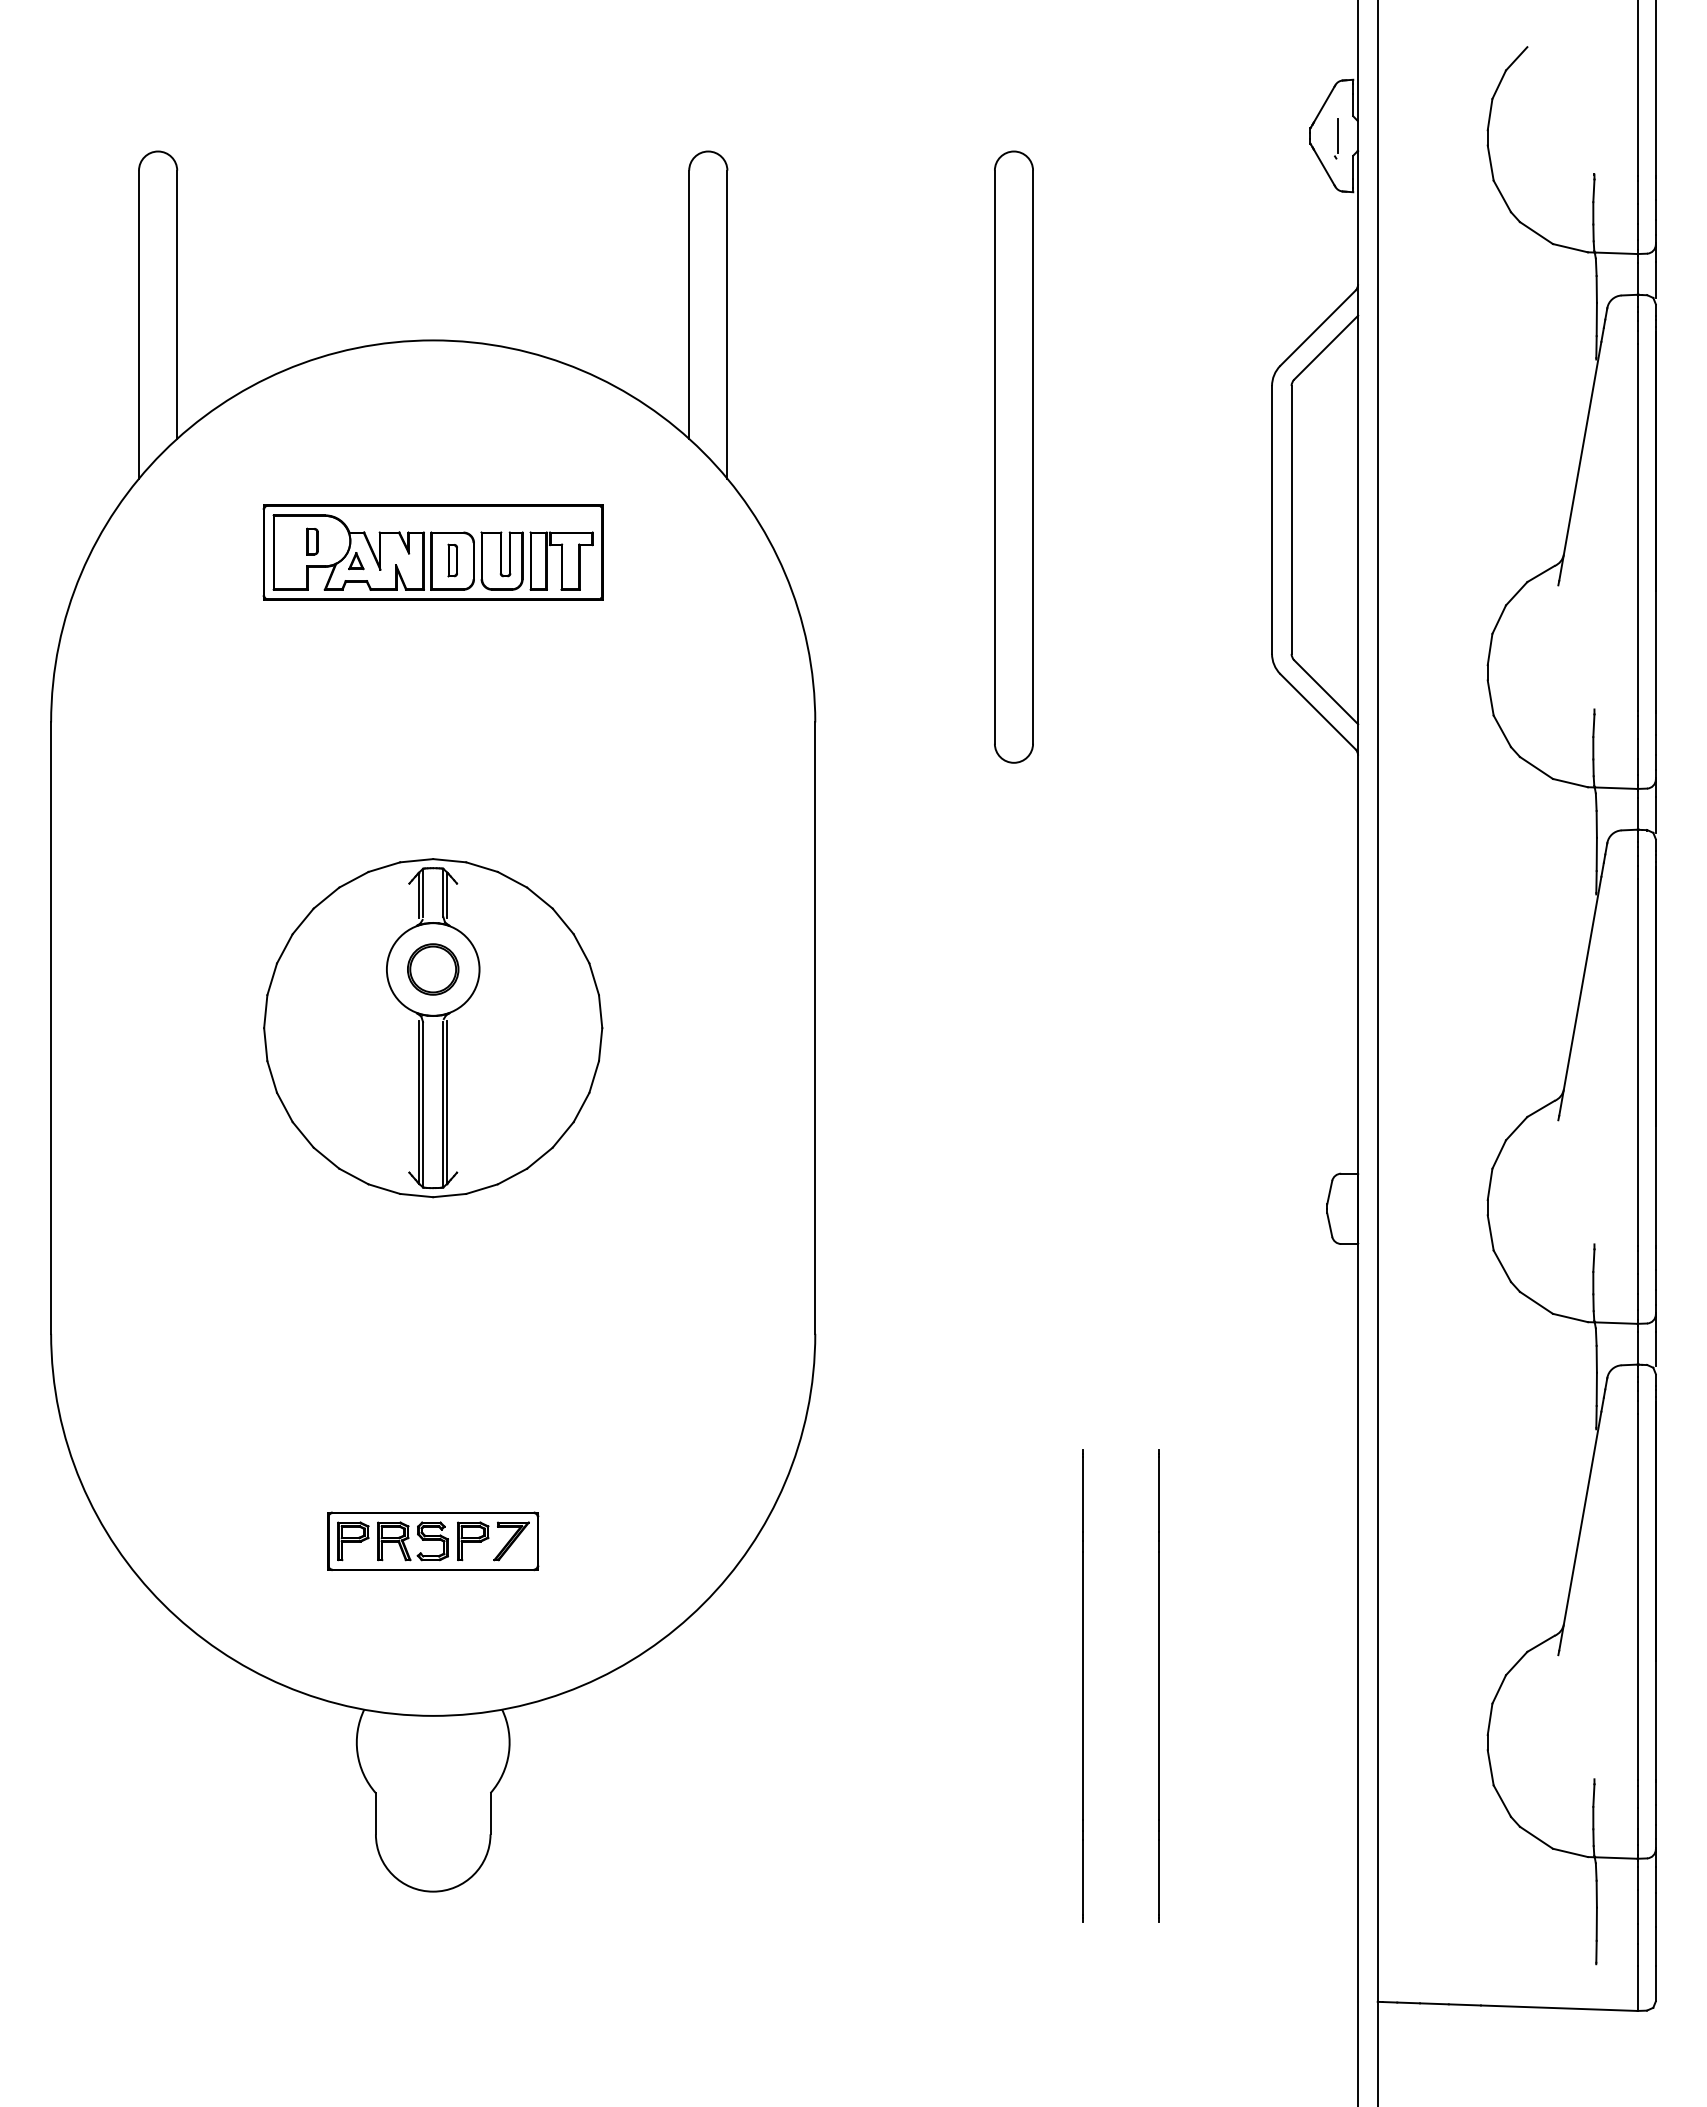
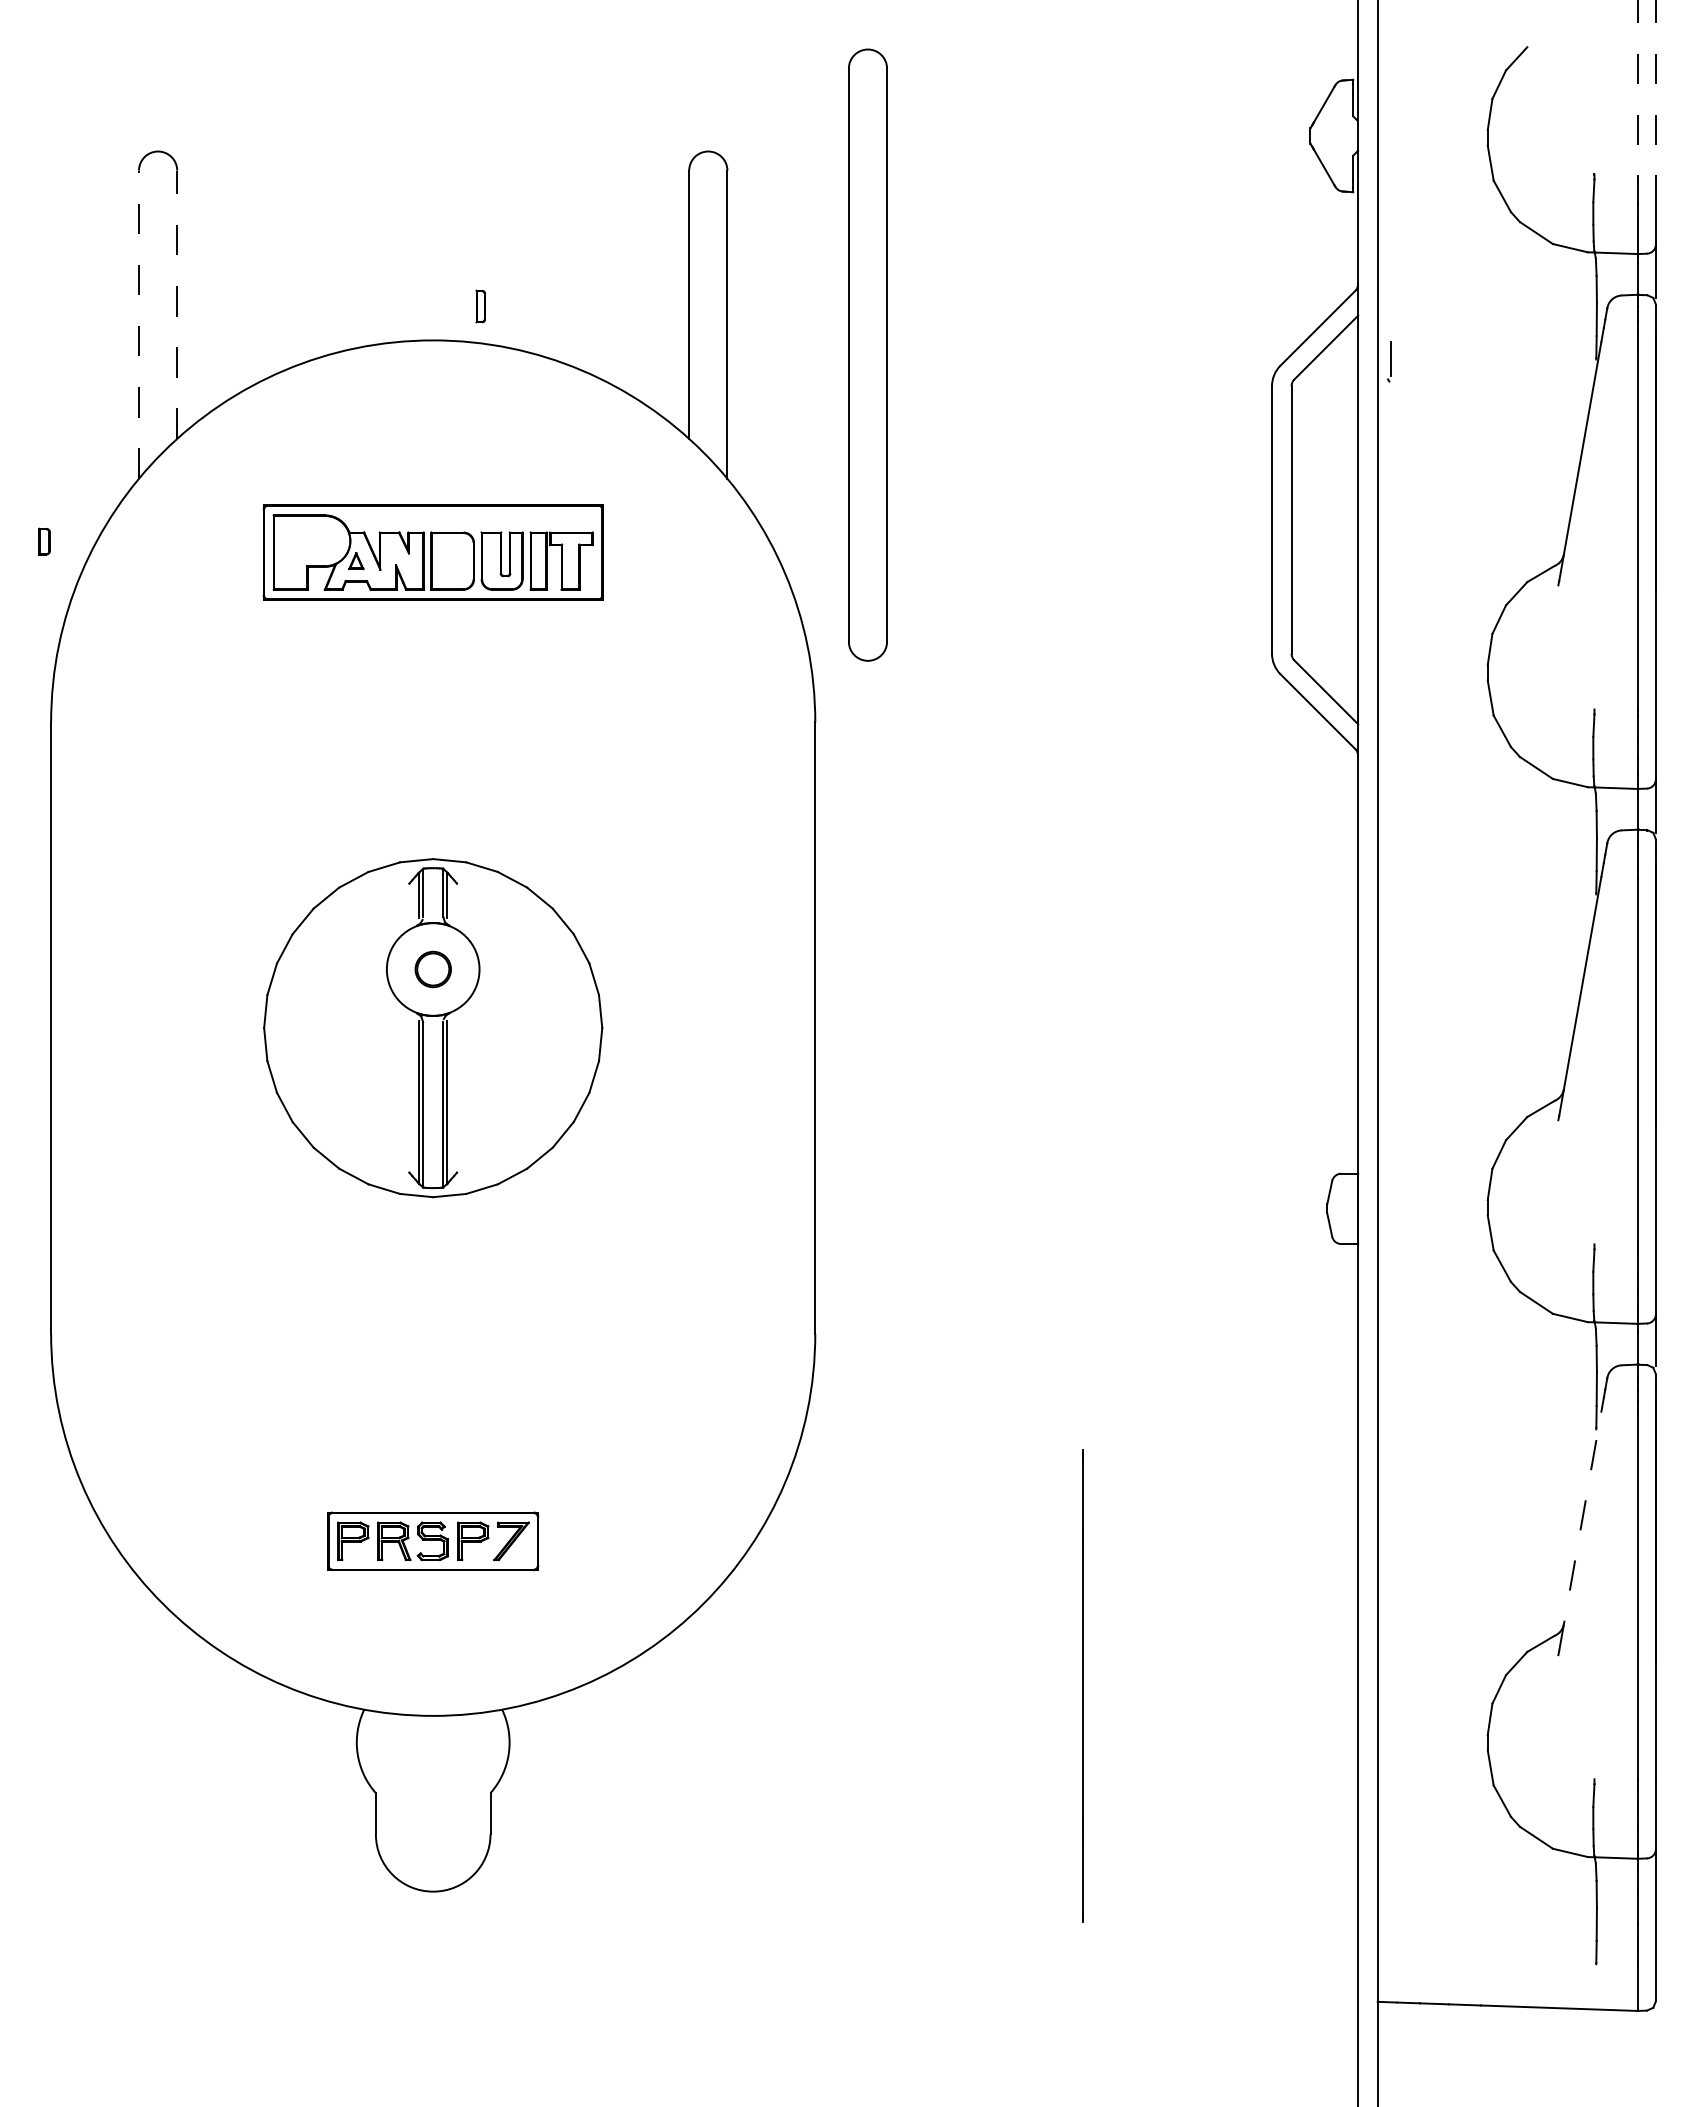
line at (1637, 88): solid -> dashed
line at (1655, 88): solid -> dashed
part at (1336, 138) position: (1336, 138) -> (1389, 361)
line at (177, 304): solid -> dashed
line at (139, 324): solid -> dashed
part at (1013, 456) position: (1013, 456) -> (867, 354)
part at (312, 541) position: (312, 541) -> (44, 541)
part at (452, 560) position: (452, 560) -> (480, 306)
part at (433, 969) size: 53x53 px -> 38x39 px
line at (1580, 1530): solid -> dashed
line at (1158, 1685): present -> none
